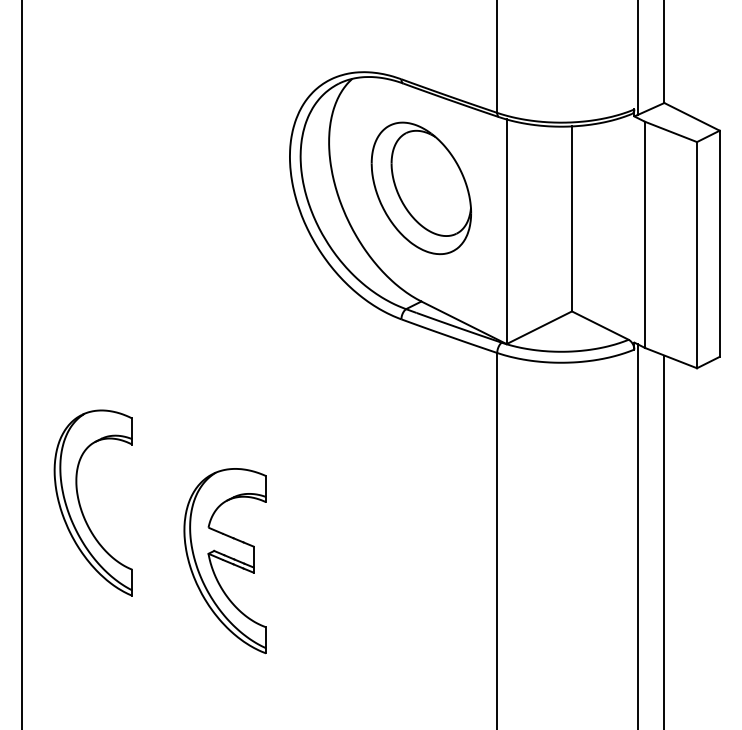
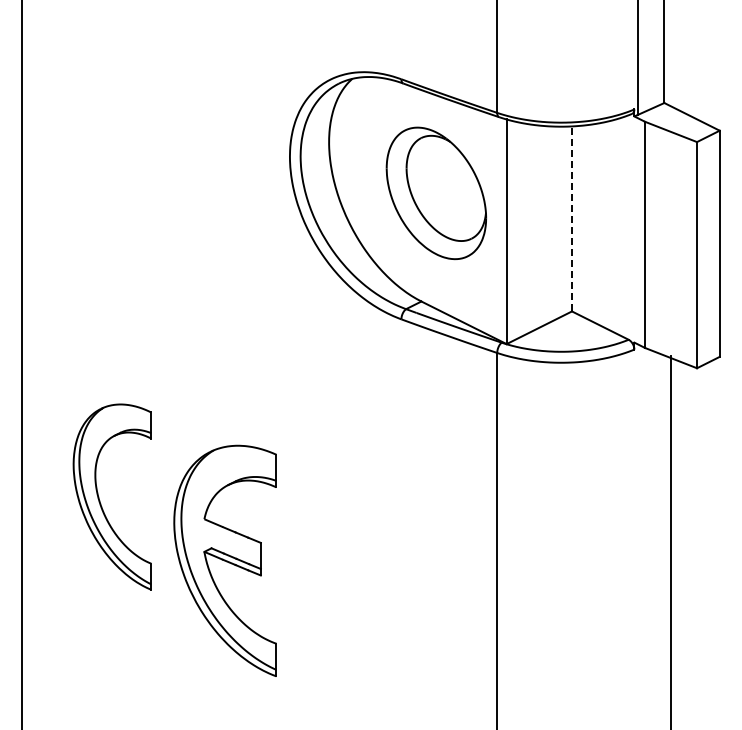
part at (420, 188) position: (420, 188) -> (435, 193)
line at (571, 218): solid -> dashed
part at (81, 506) position: (81, 506) -> (100, 500)
line at (637, 535): present -> none
line at (664, 540) position: (664, 540) -> (671, 540)
part at (224, 561) size: 84x187 px -> 104x233 px
